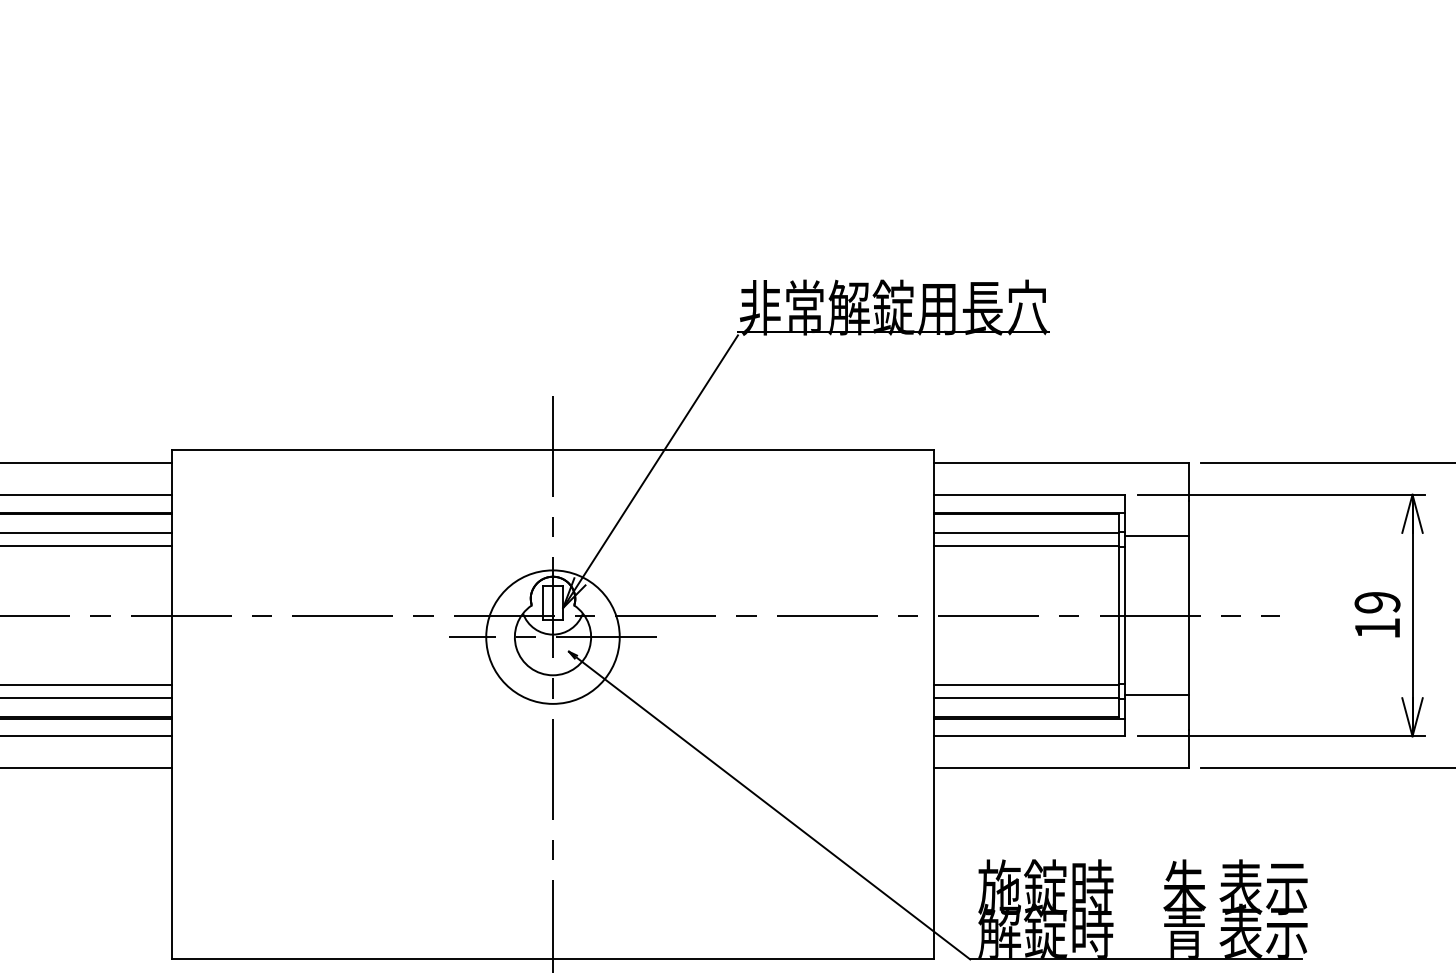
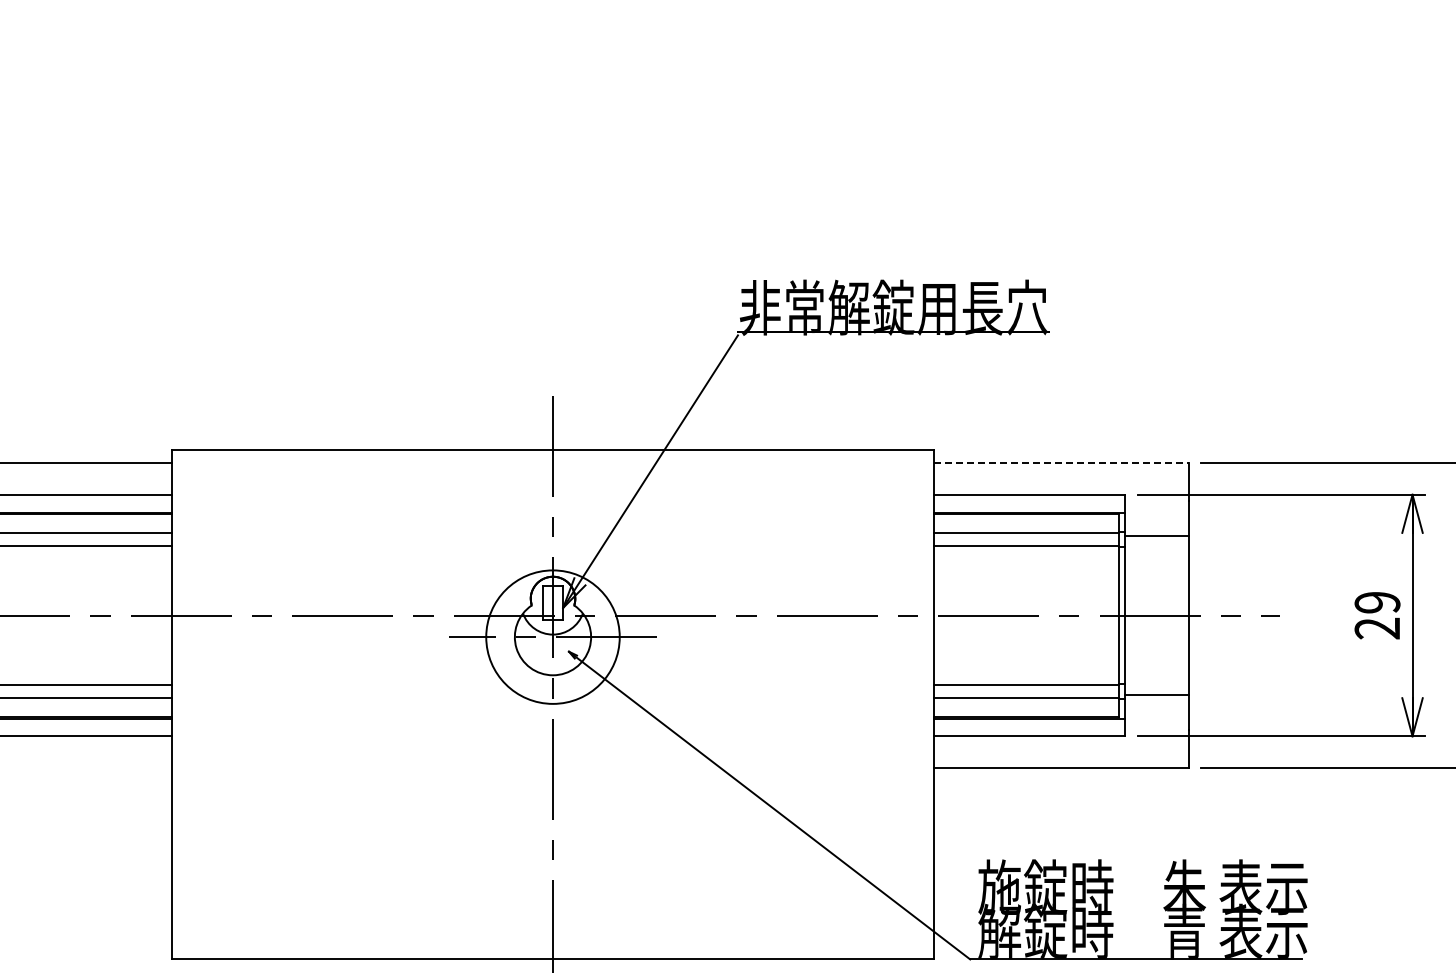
line at (1062, 462): solid -> dashed
text at (1376, 628): 19 -> 29
line at (86, 768): present -> none
